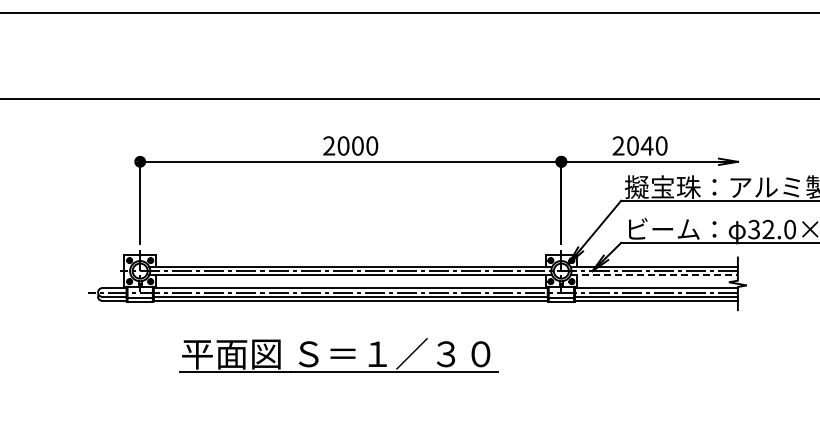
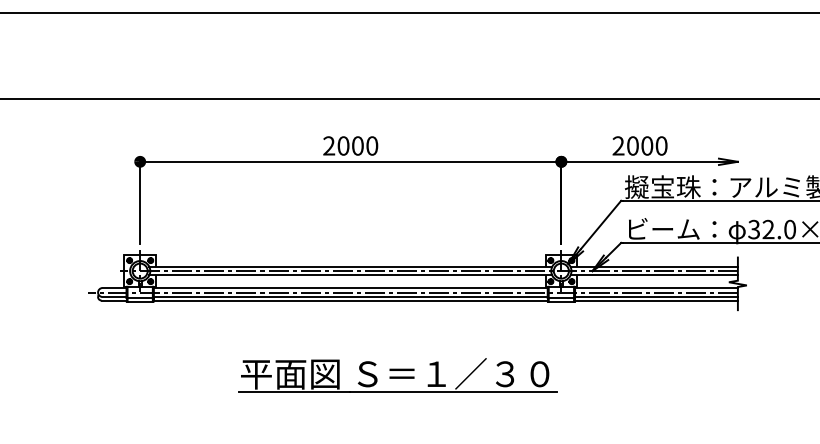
text at (646, 145): 2040 -> 2000
line at (654, 275): dashed -> solid
part at (338, 355) position: (338, 355) -> (397, 375)
